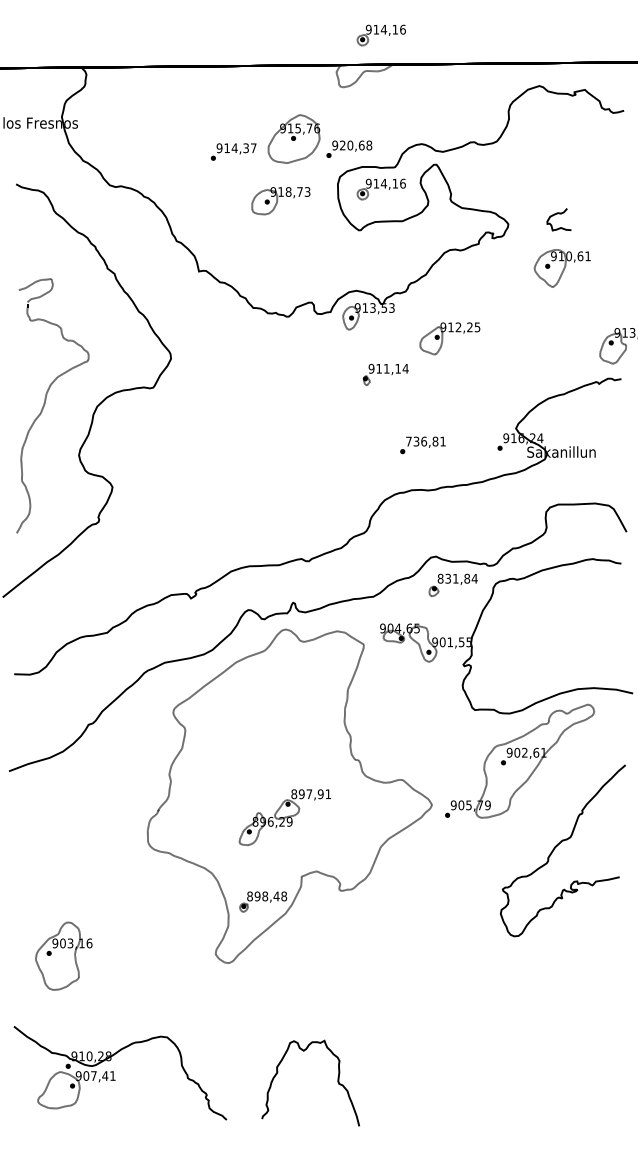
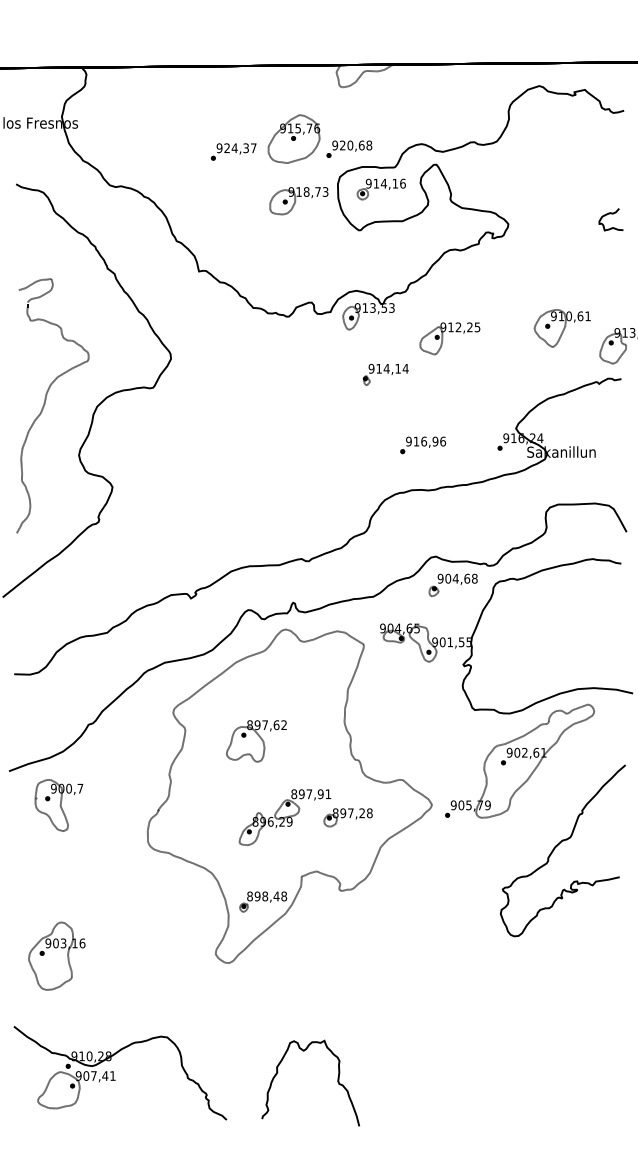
part at (380, 35): present -> none
text at (226, 147): 914,37 -> 924,37
part at (280, 201) position: (280, 201) -> (298, 201)
curve at (558, 214) position: (558, 214) -> (610, 214)
part at (561, 268) position: (561, 268) -> (561, 328)
text at (386, 368): 911,14 -> 914,14
text at (426, 441): 736,81 -> 916,96
text at (457, 578): 831,84 -> 904,68
part at (256, 741): none -> present
part at (58, 805): none -> present
part at (347, 817): none -> present
part at (63, 955) position: (63, 955) -> (56, 955)
